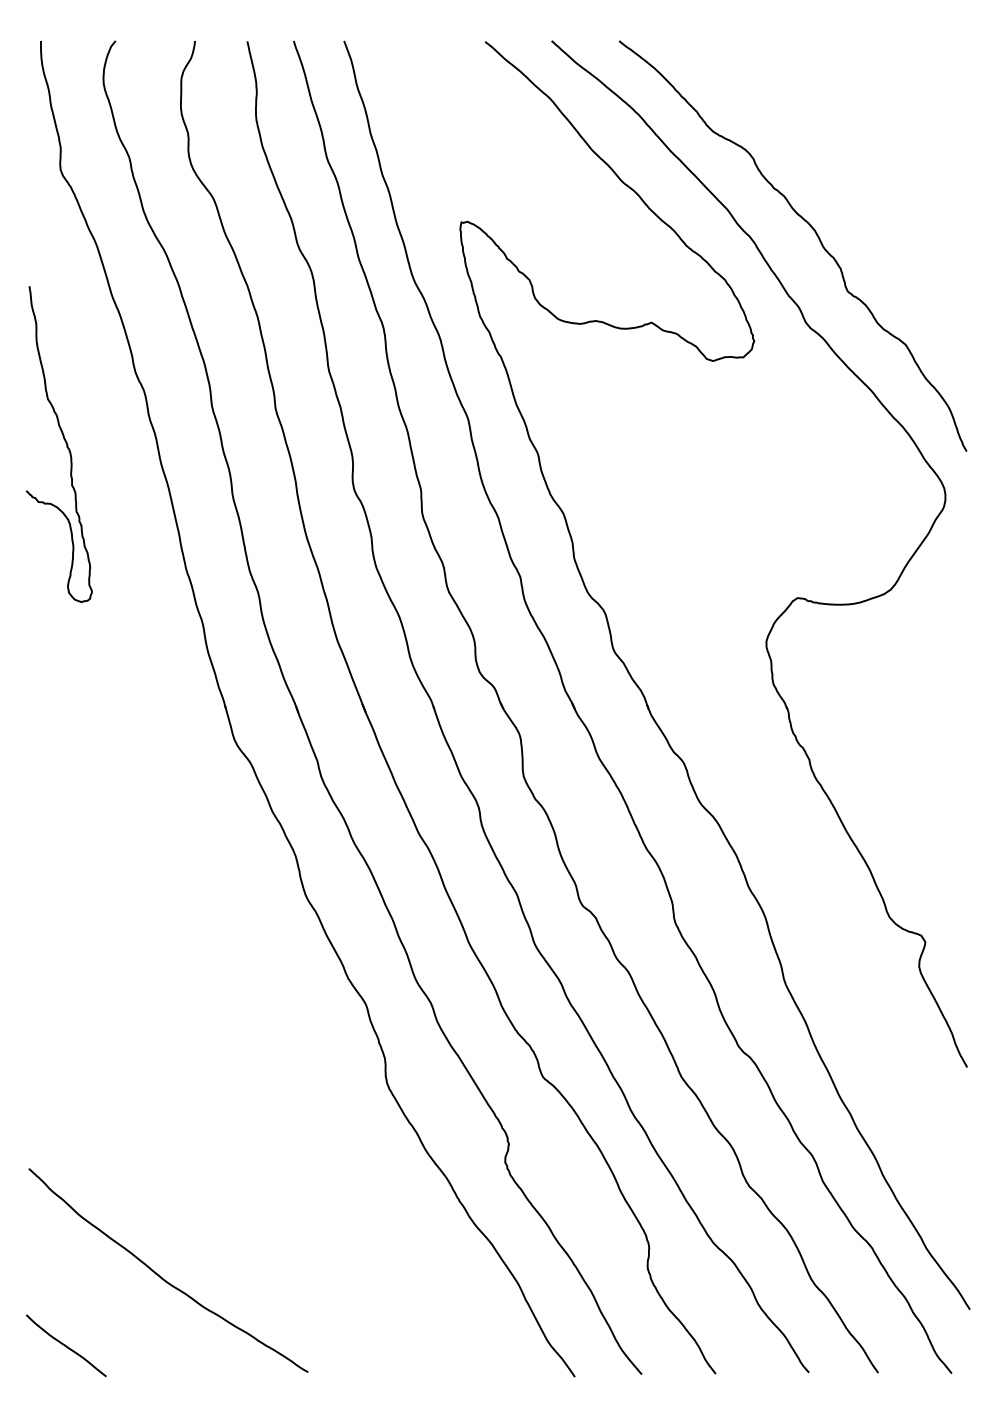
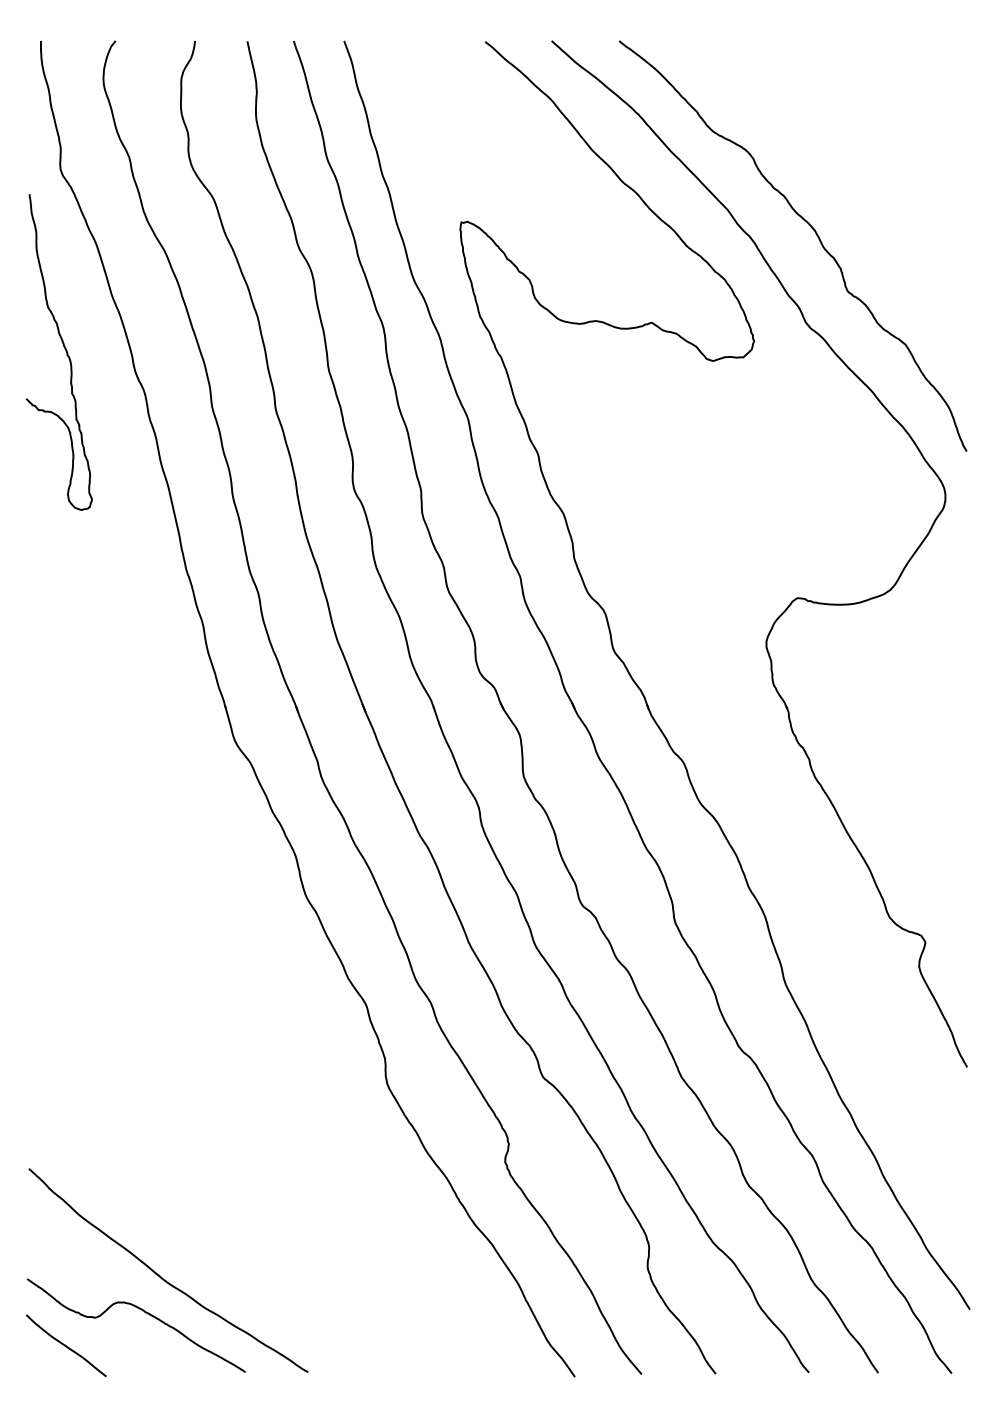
curve at (64, 441) position: (64, 441) -> (64, 349)
curve at (145, 1313): none -> present
